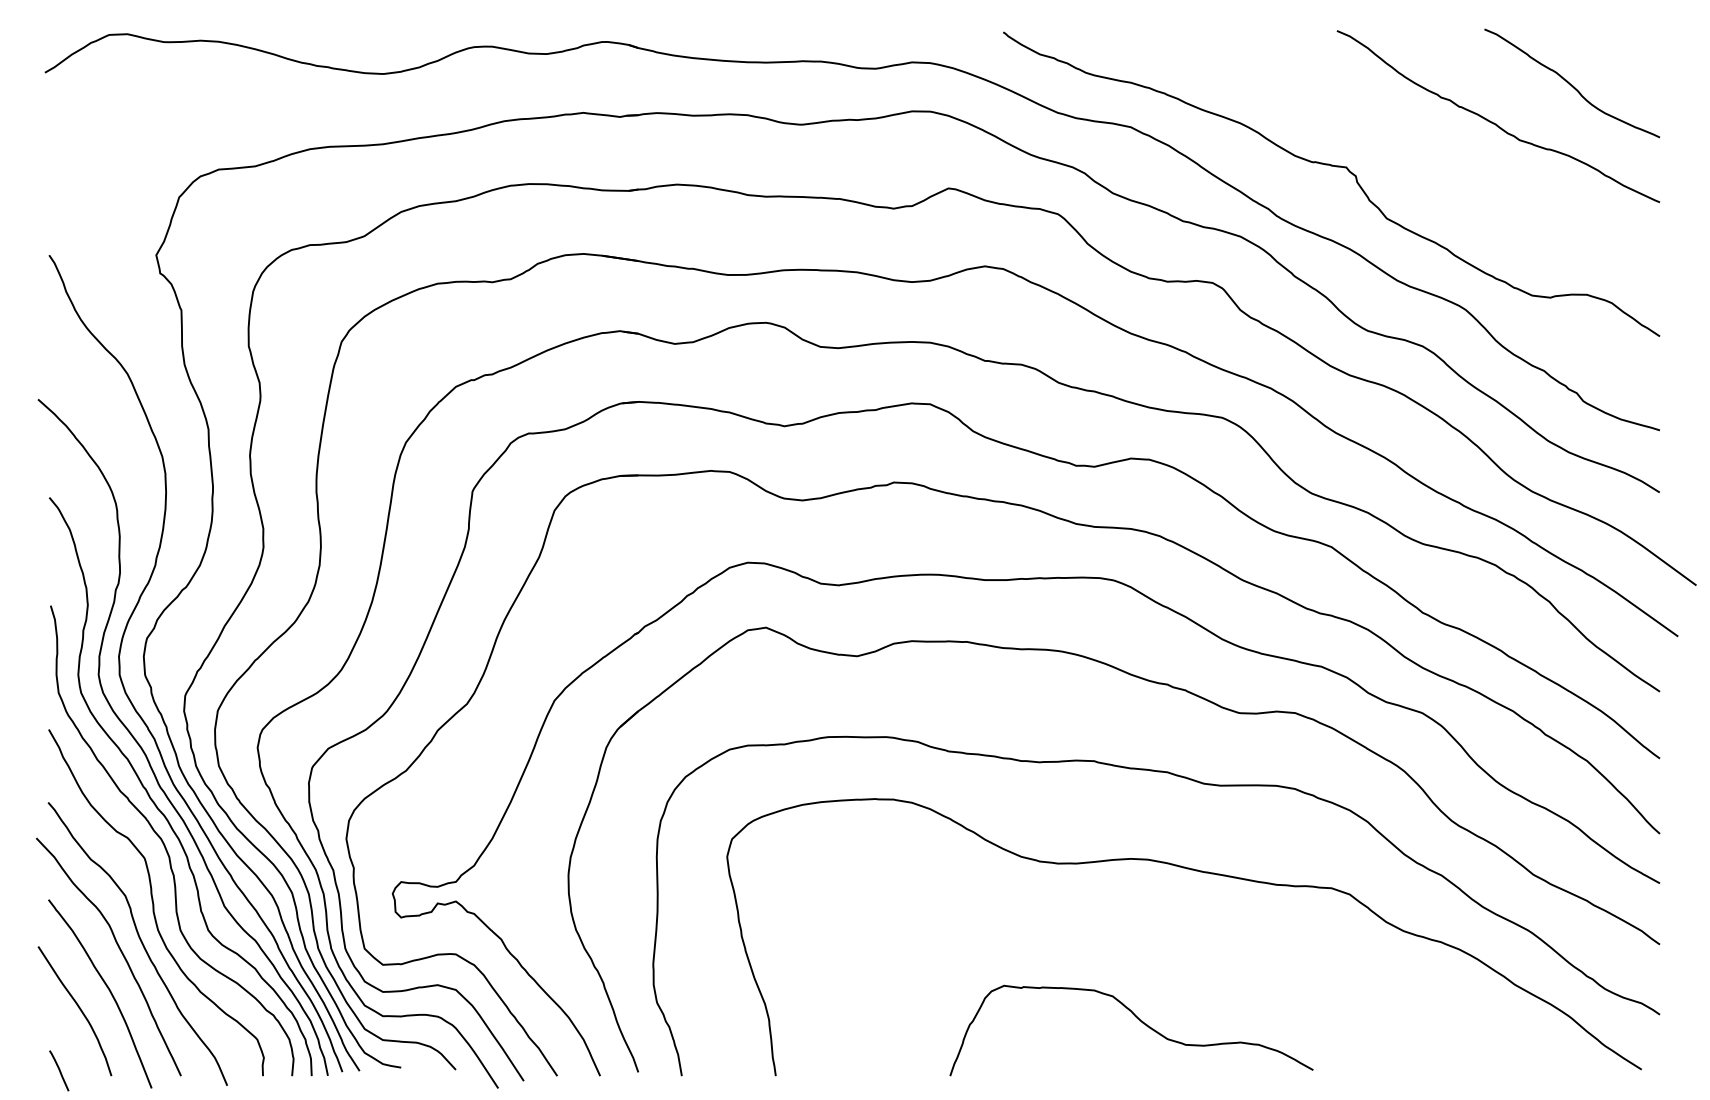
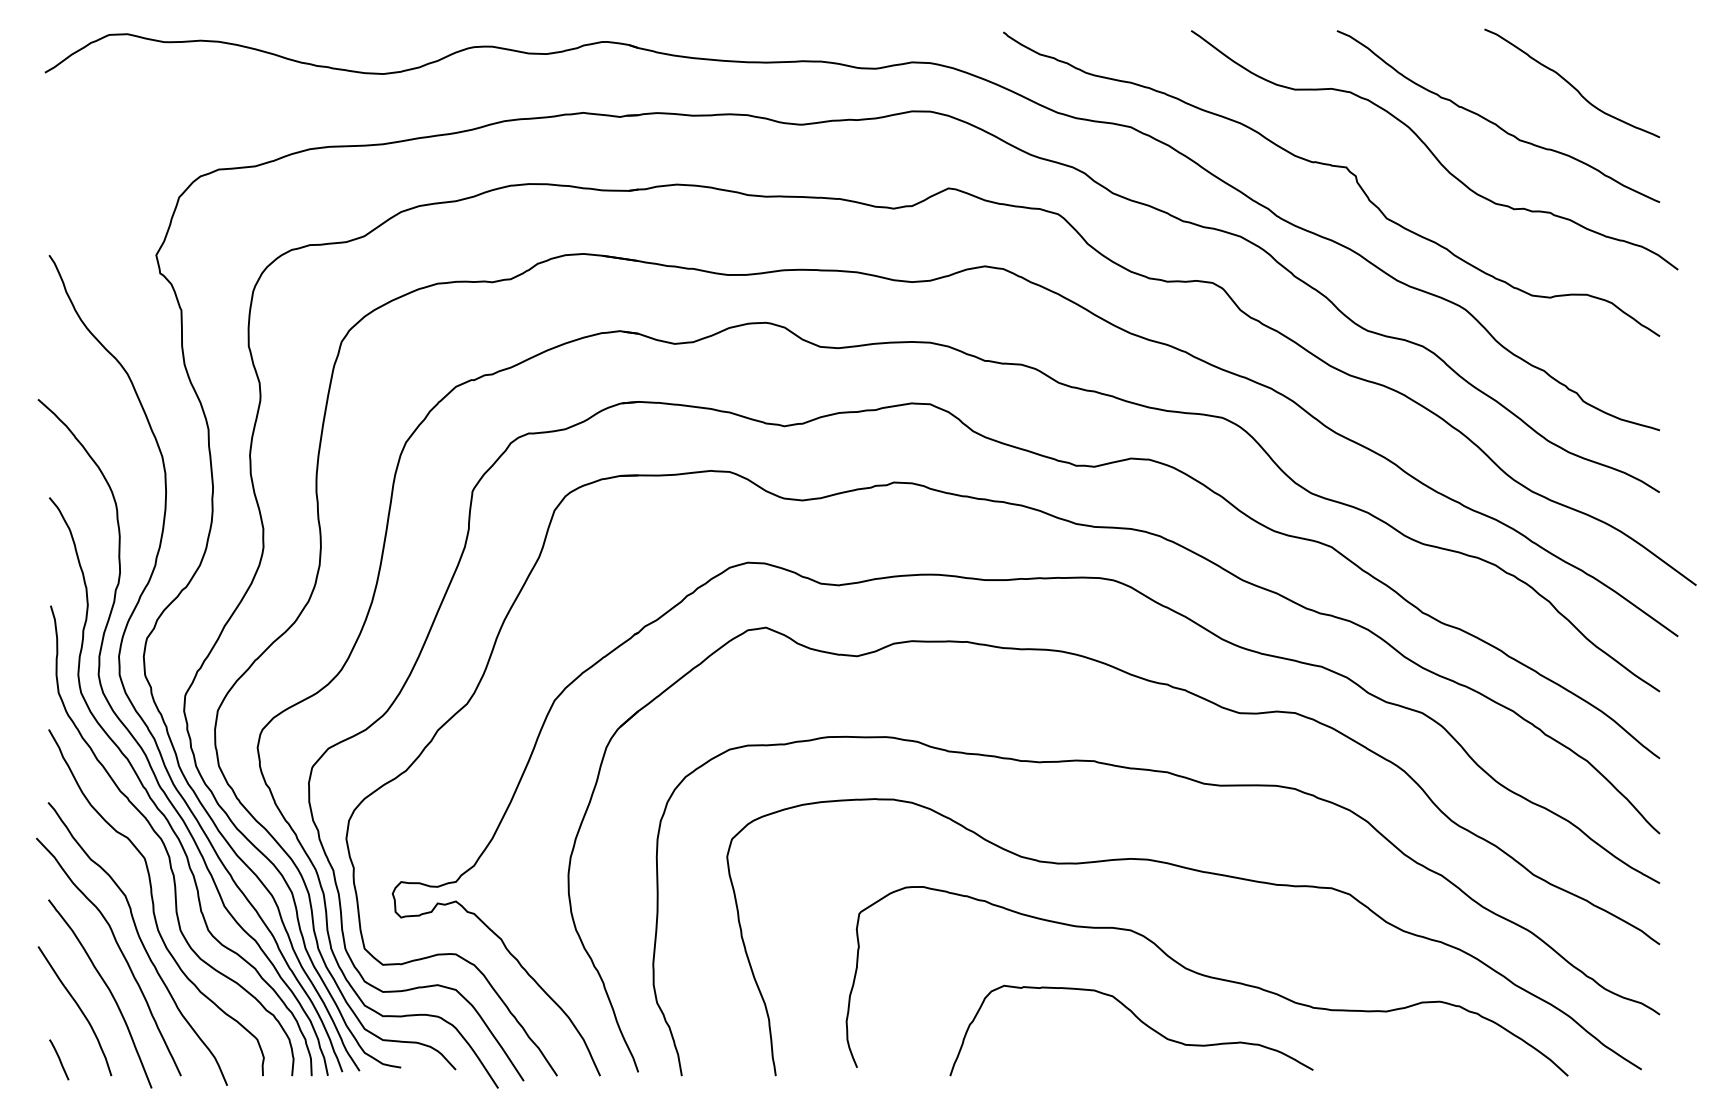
curve at (1432, 151): none -> present
curve at (1206, 977): none -> present
line at (59, 1070) position: (59, 1070) -> (59, 1059)
